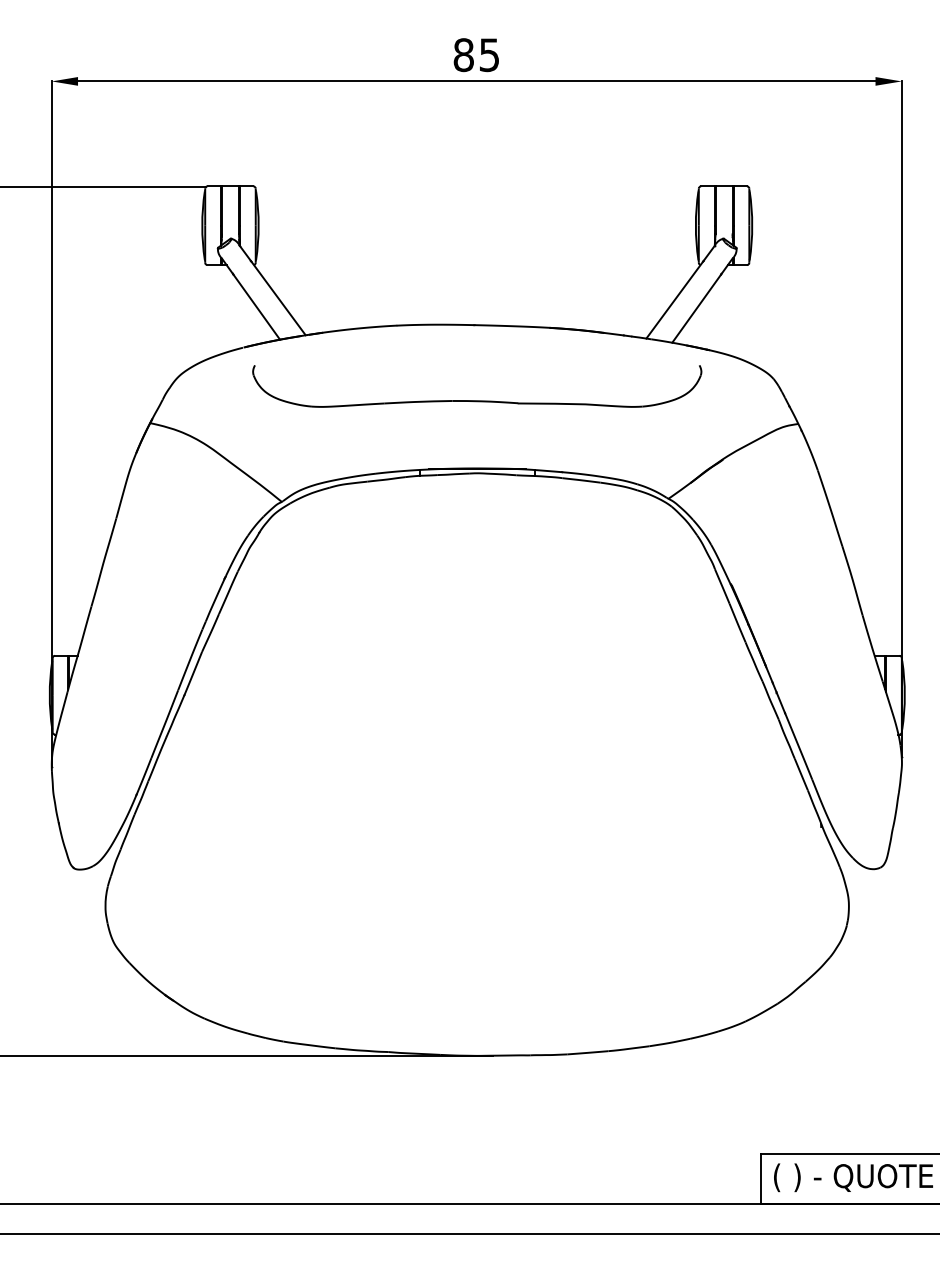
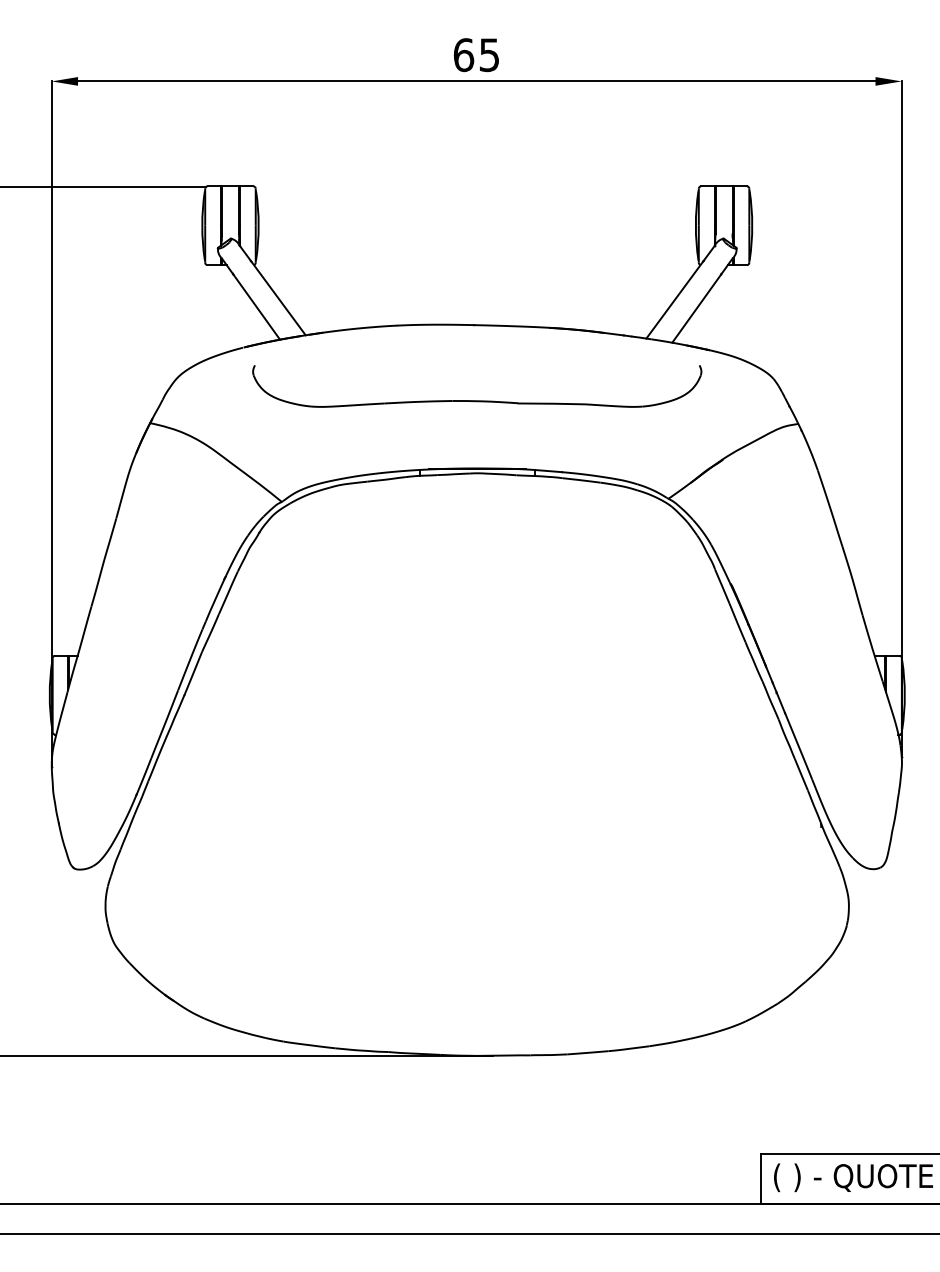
text at (463, 54): 85 -> 65
